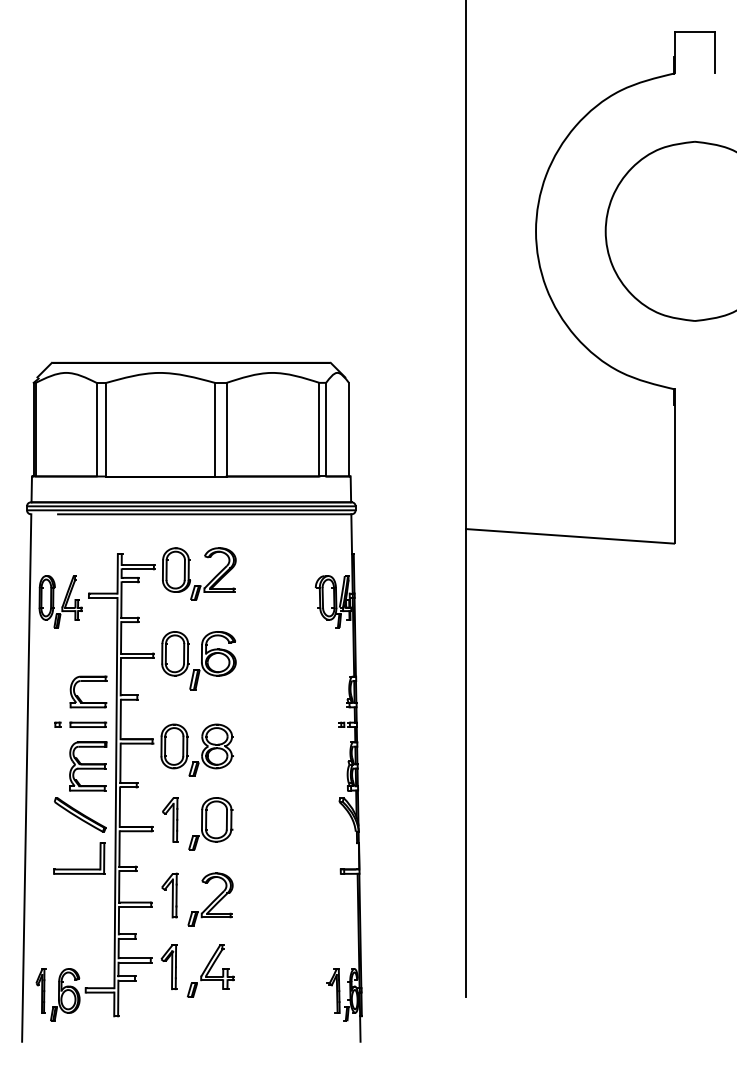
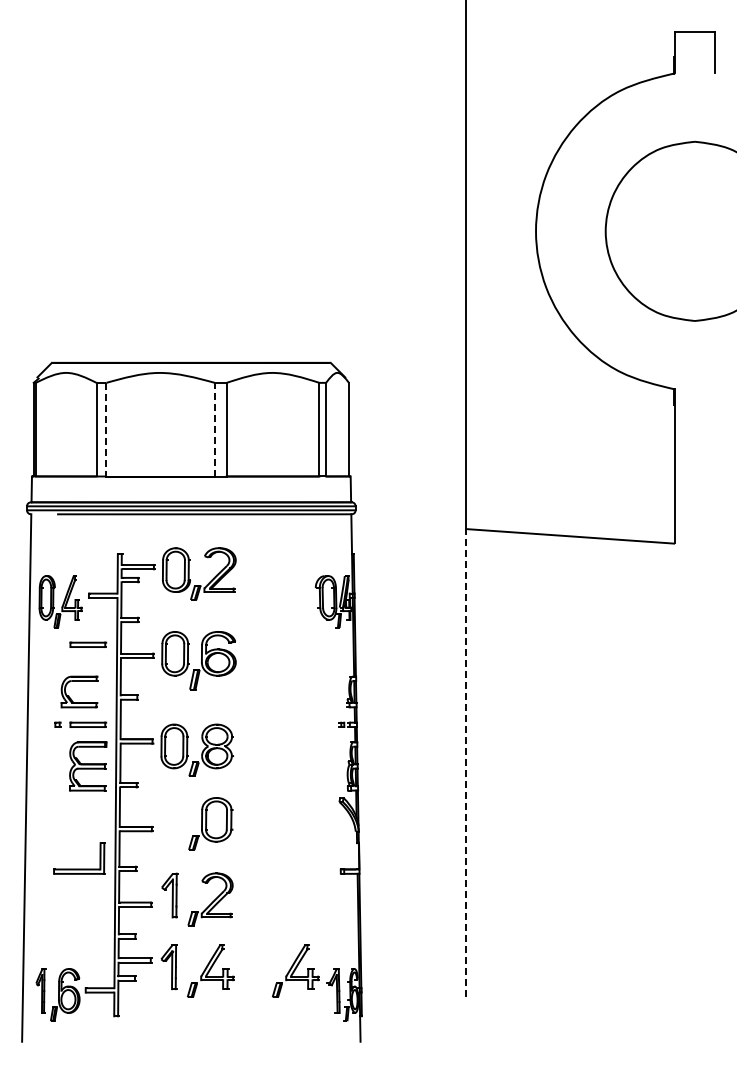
line at (106, 429): solid -> dashed
line at (214, 429): solid -> dashed
part at (88, 644): none -> present
part at (88, 681) position: (88, 681) -> (79, 681)
line at (466, 762): solid -> dashed
part at (80, 814): present -> none
part at (170, 819): present -> none
part at (295, 970): none -> present
